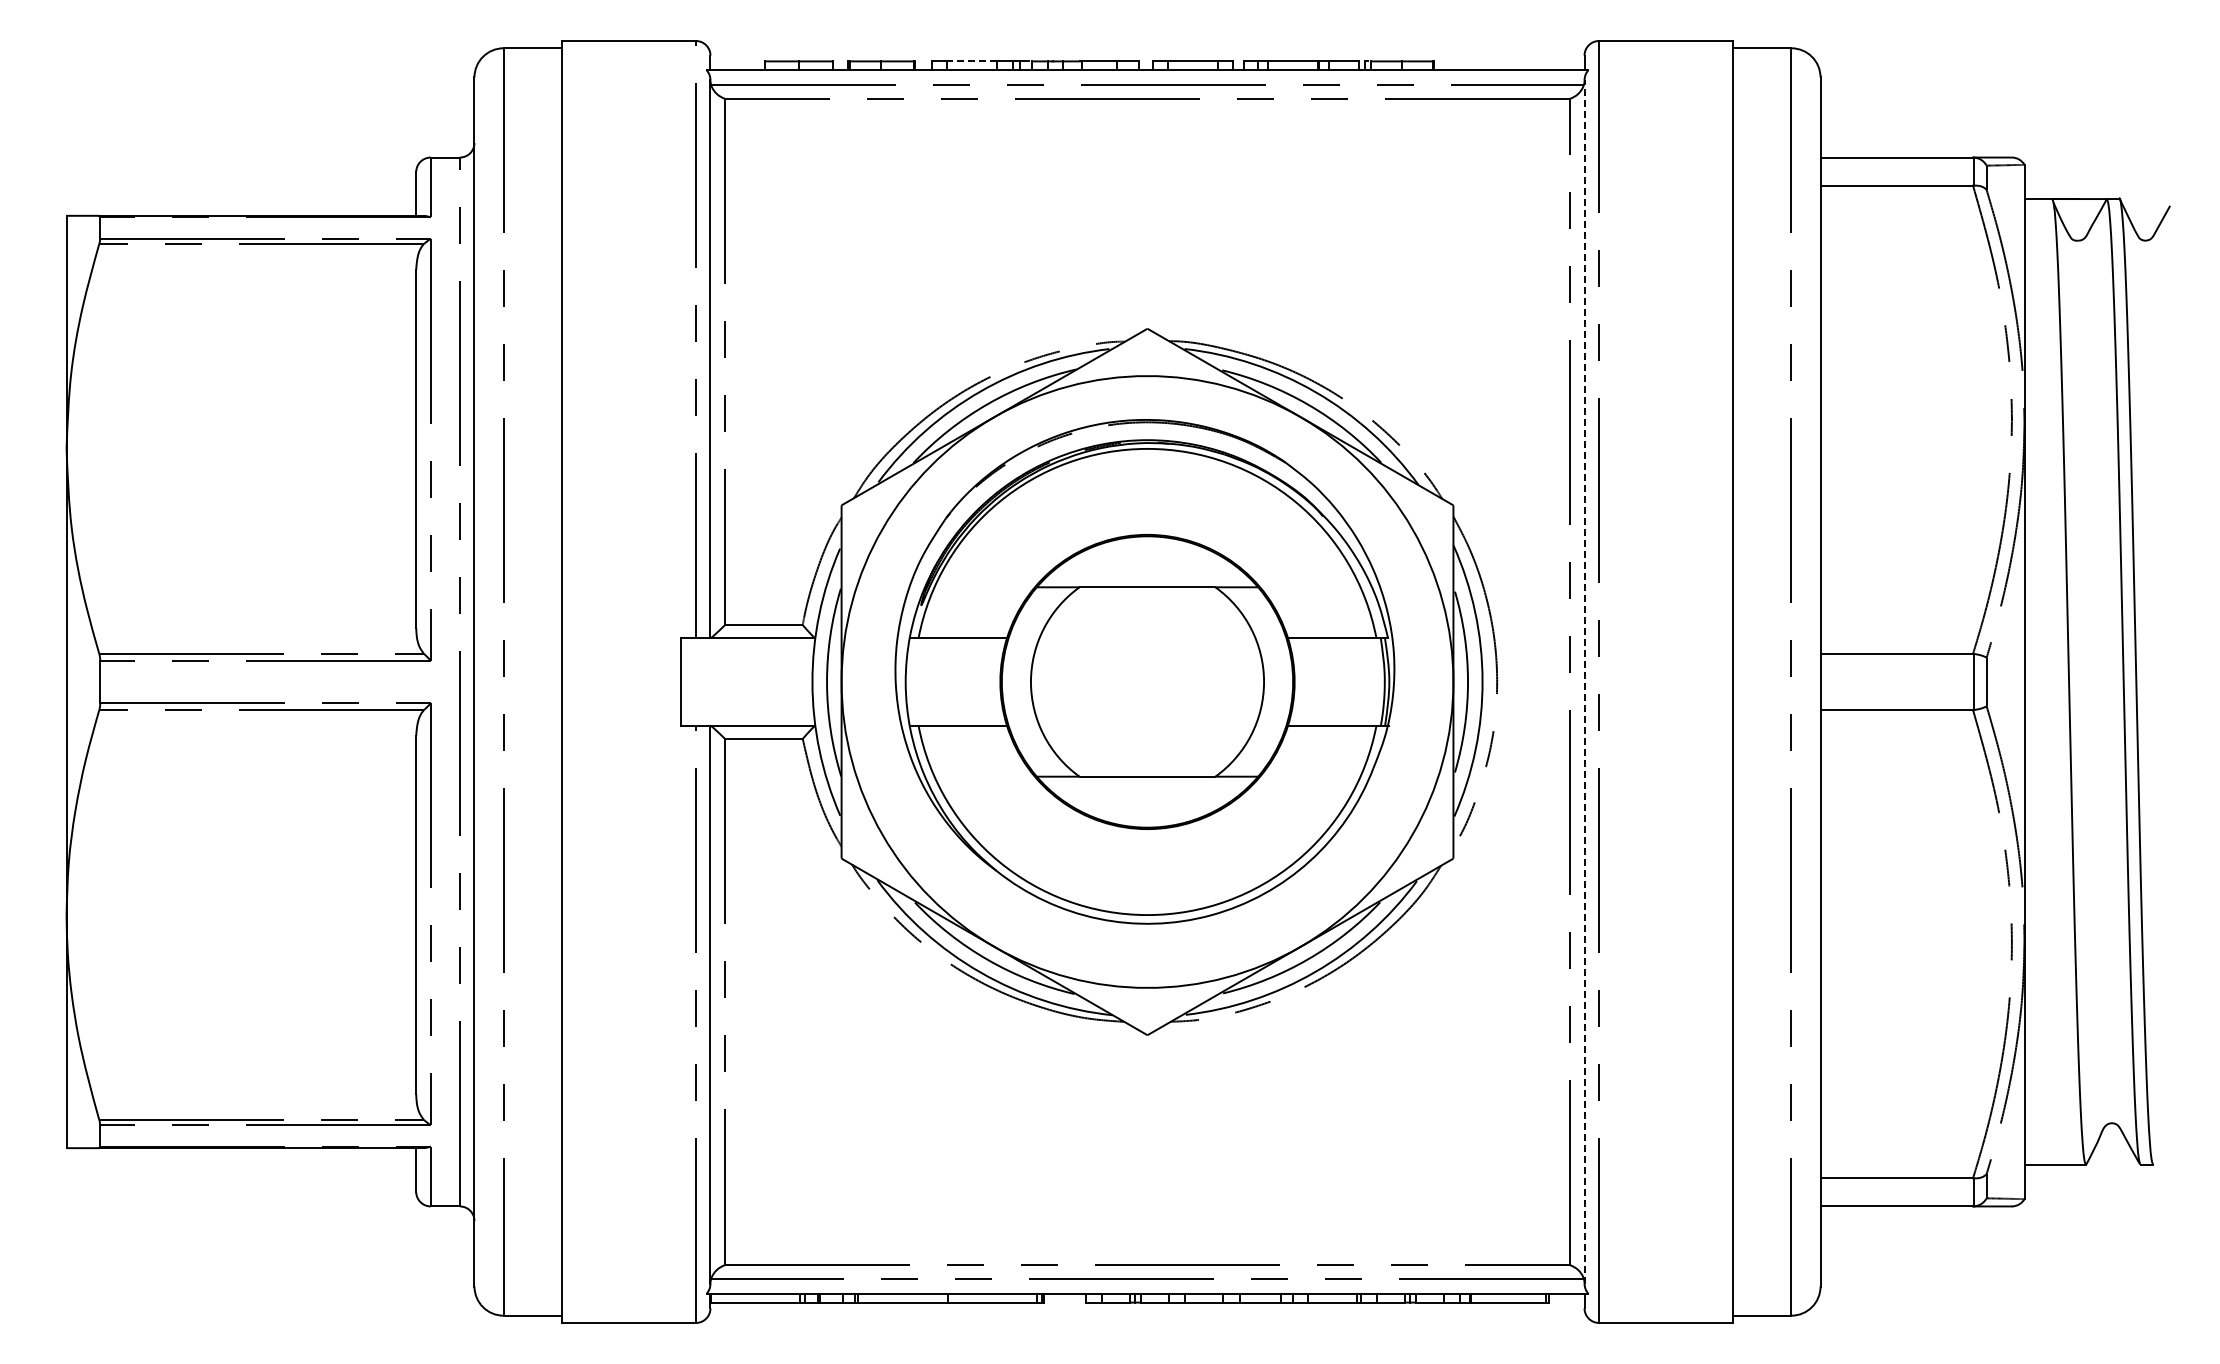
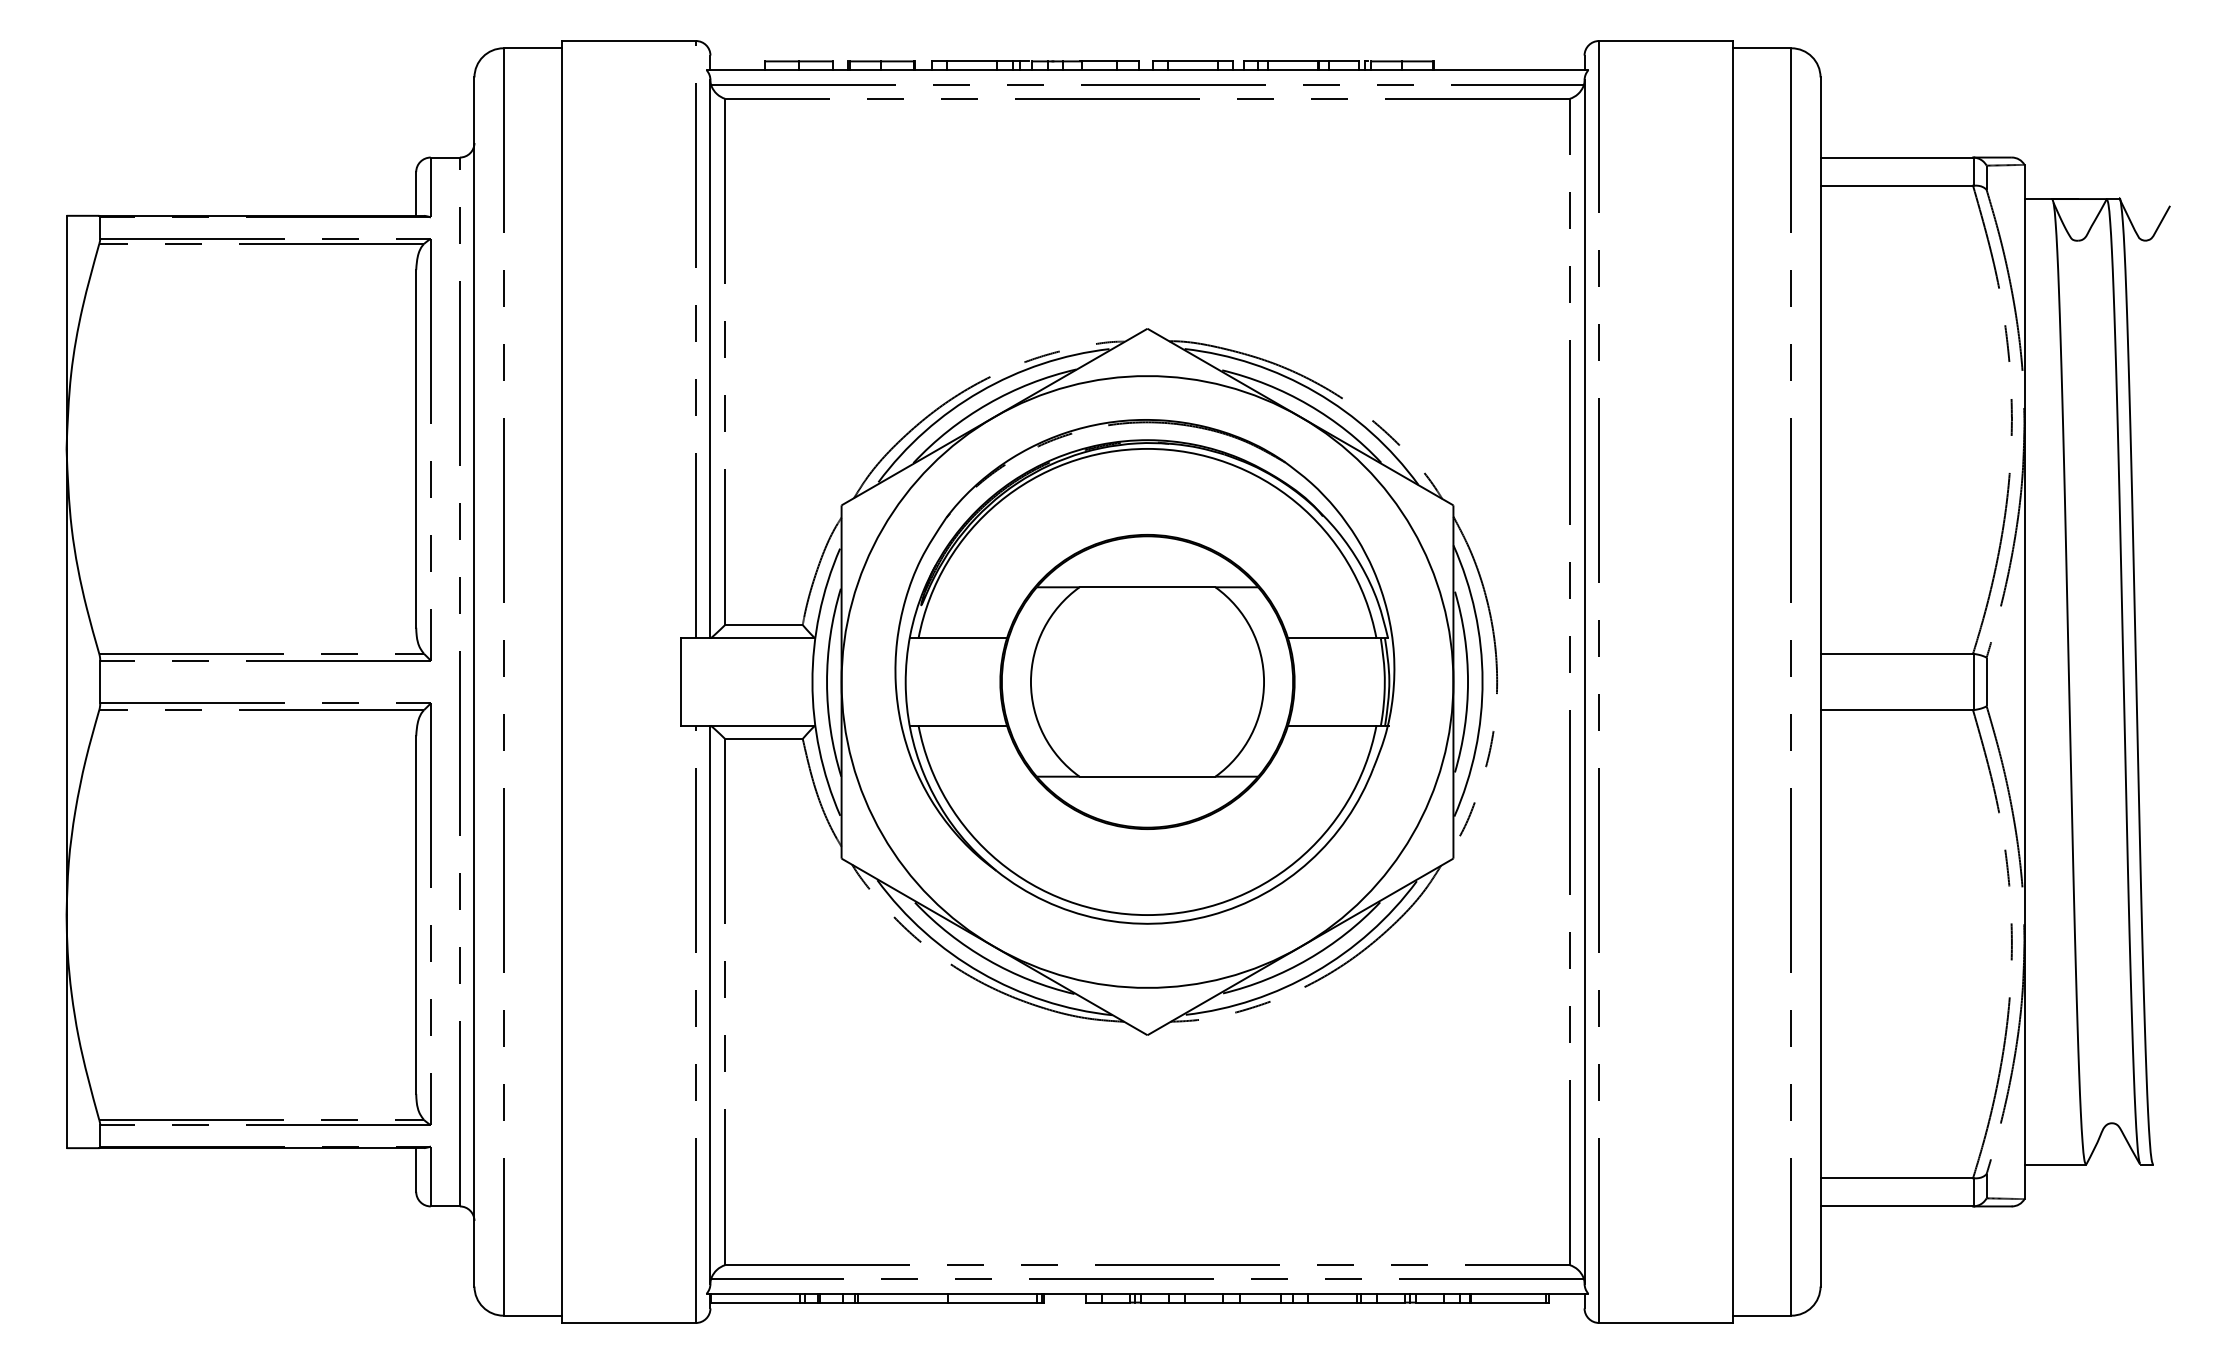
line at (971, 61): dashed -> solid
line at (1584, 682): dashed -> solid
